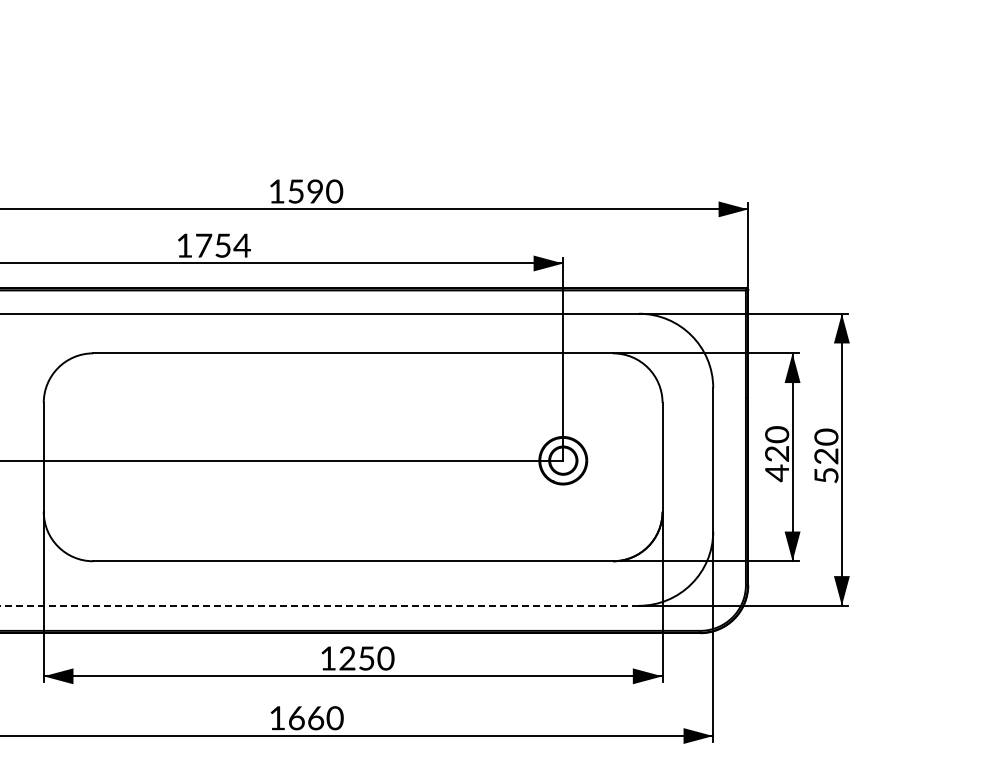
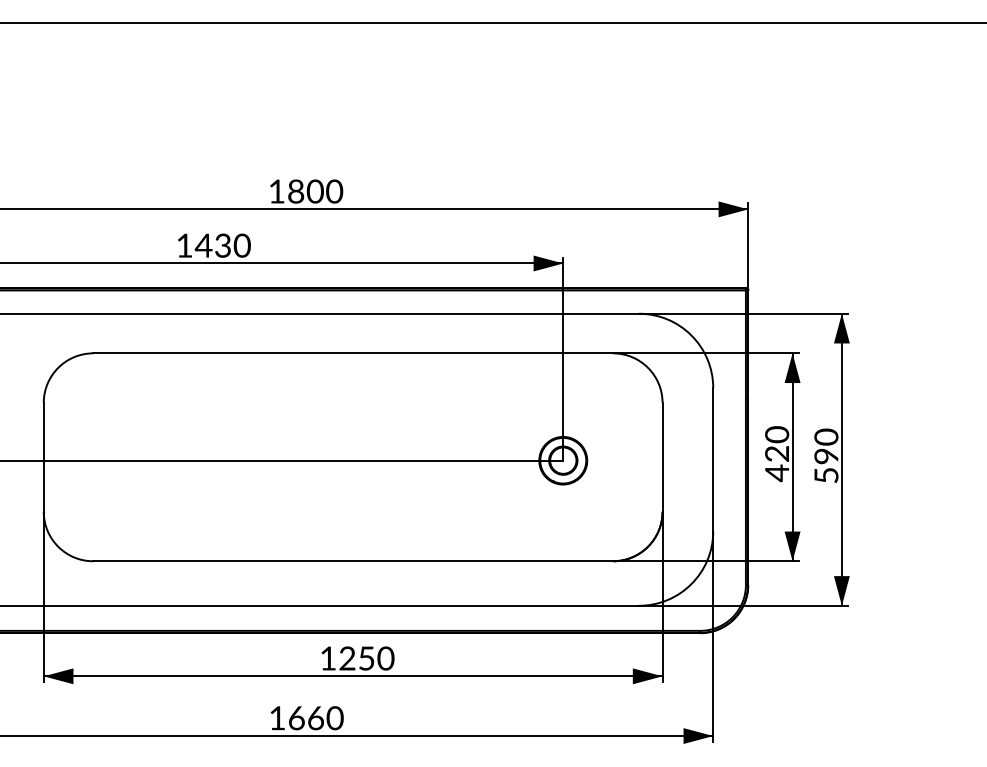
line at (492, 23): none -> present
text at (305, 191): 1590 -> 1800
text at (222, 245): 1754 -> 1430
text at (826, 456): 520 -> 590
line at (319, 605): dashed -> solid
